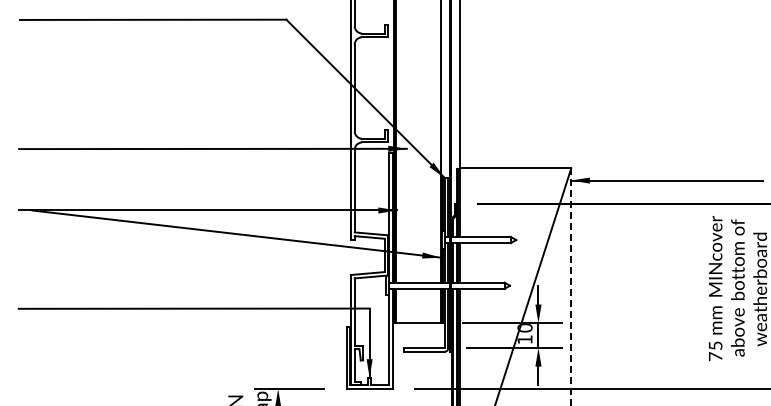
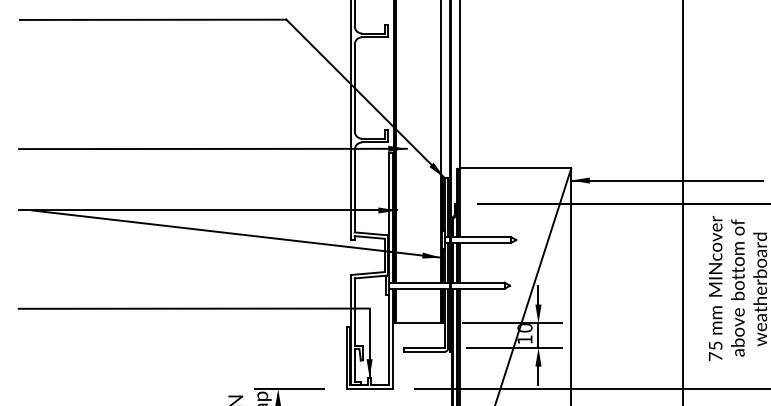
line at (682, 202): none -> present
line at (571, 286): dashed -> solid
